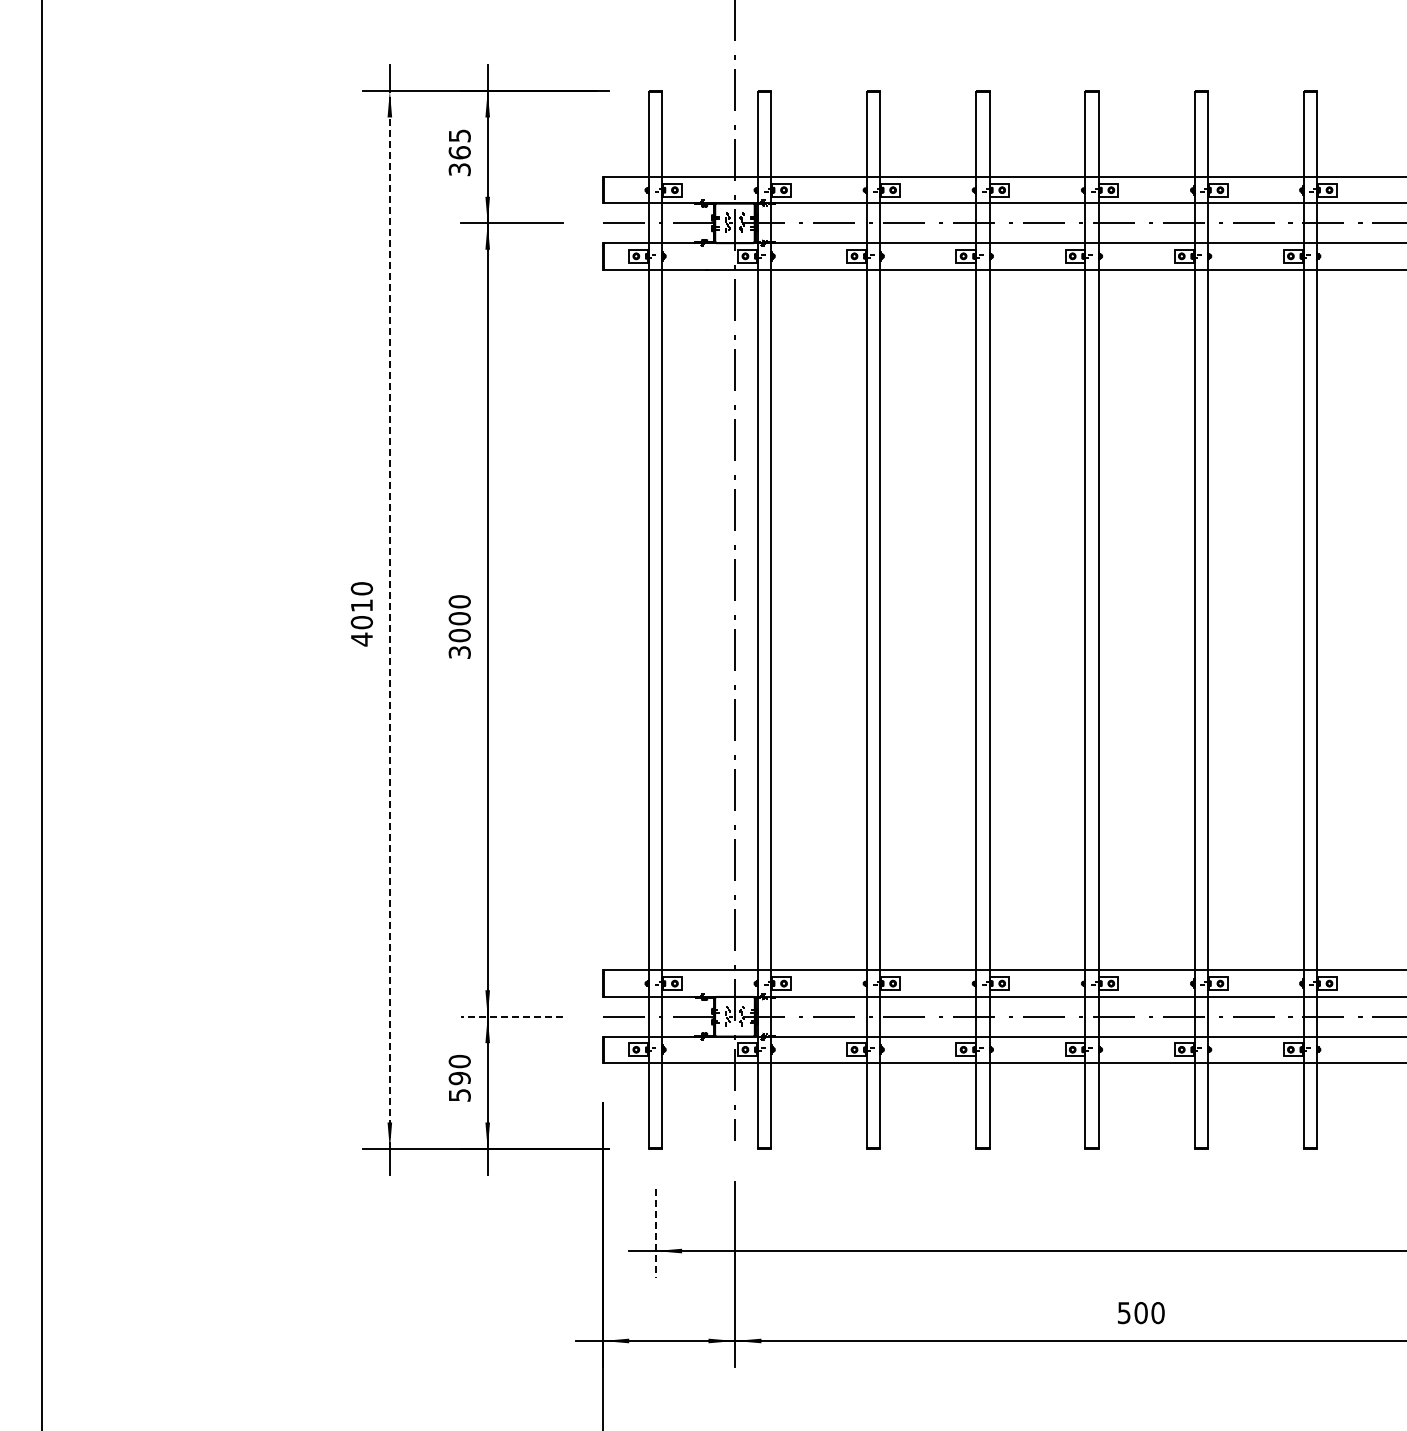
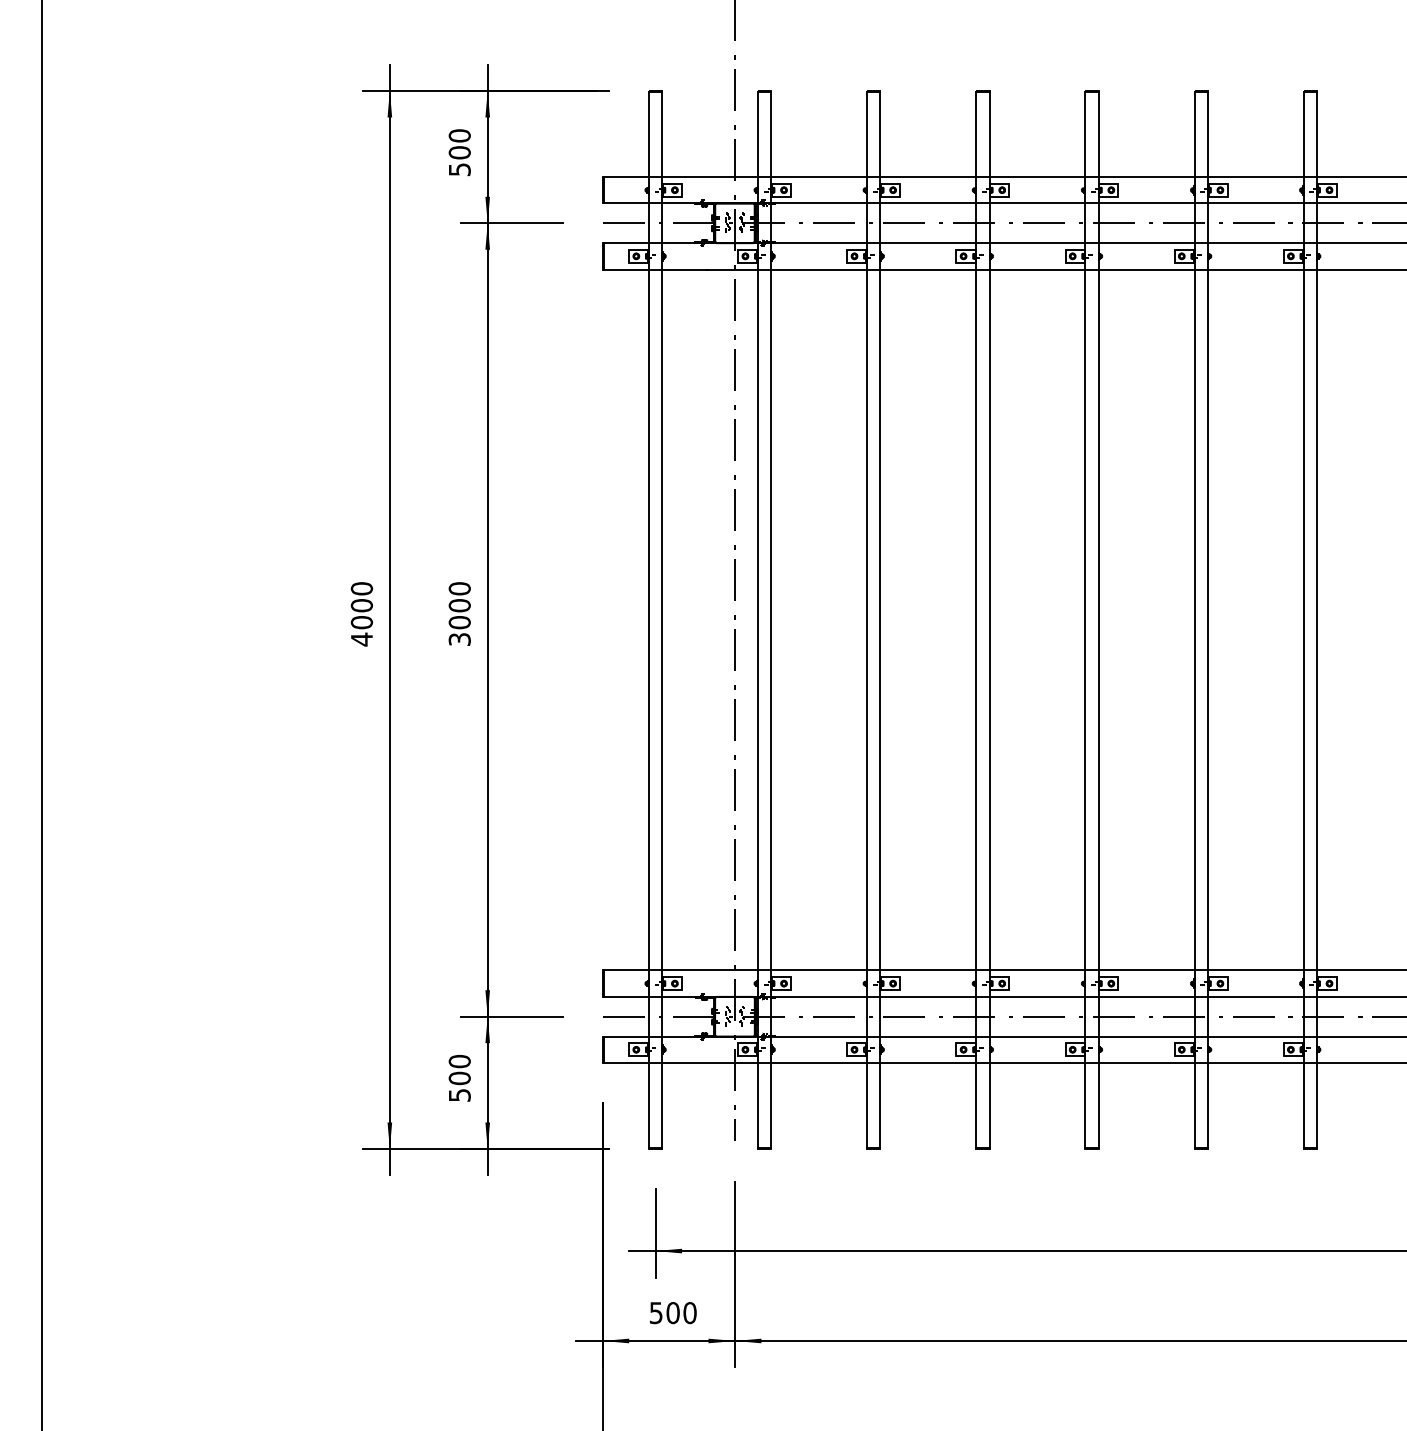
text at (459, 152): 365 -> 500
text at (361, 605): 4010 -> 4000
line at (389, 620): dashed -> solid
text at (459, 626) position: (459, 626) -> (459, 613)
line at (512, 1016): dashed -> solid
text at (459, 1078): 590 -> 500
line at (655, 1233): dashed -> solid
text at (1141, 1313) position: (1141, 1313) -> (673, 1313)
